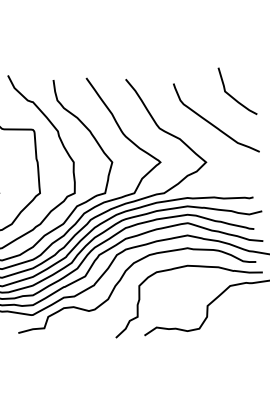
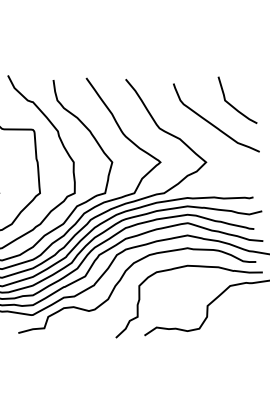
curve at (234, 97) position: (234, 97) -> (234, 106)
